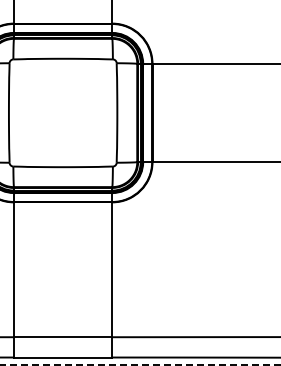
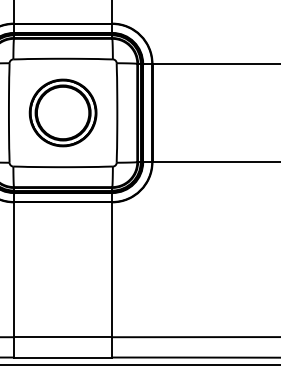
part at (62, 112): none -> present
line at (140, 365): dashed -> solid
